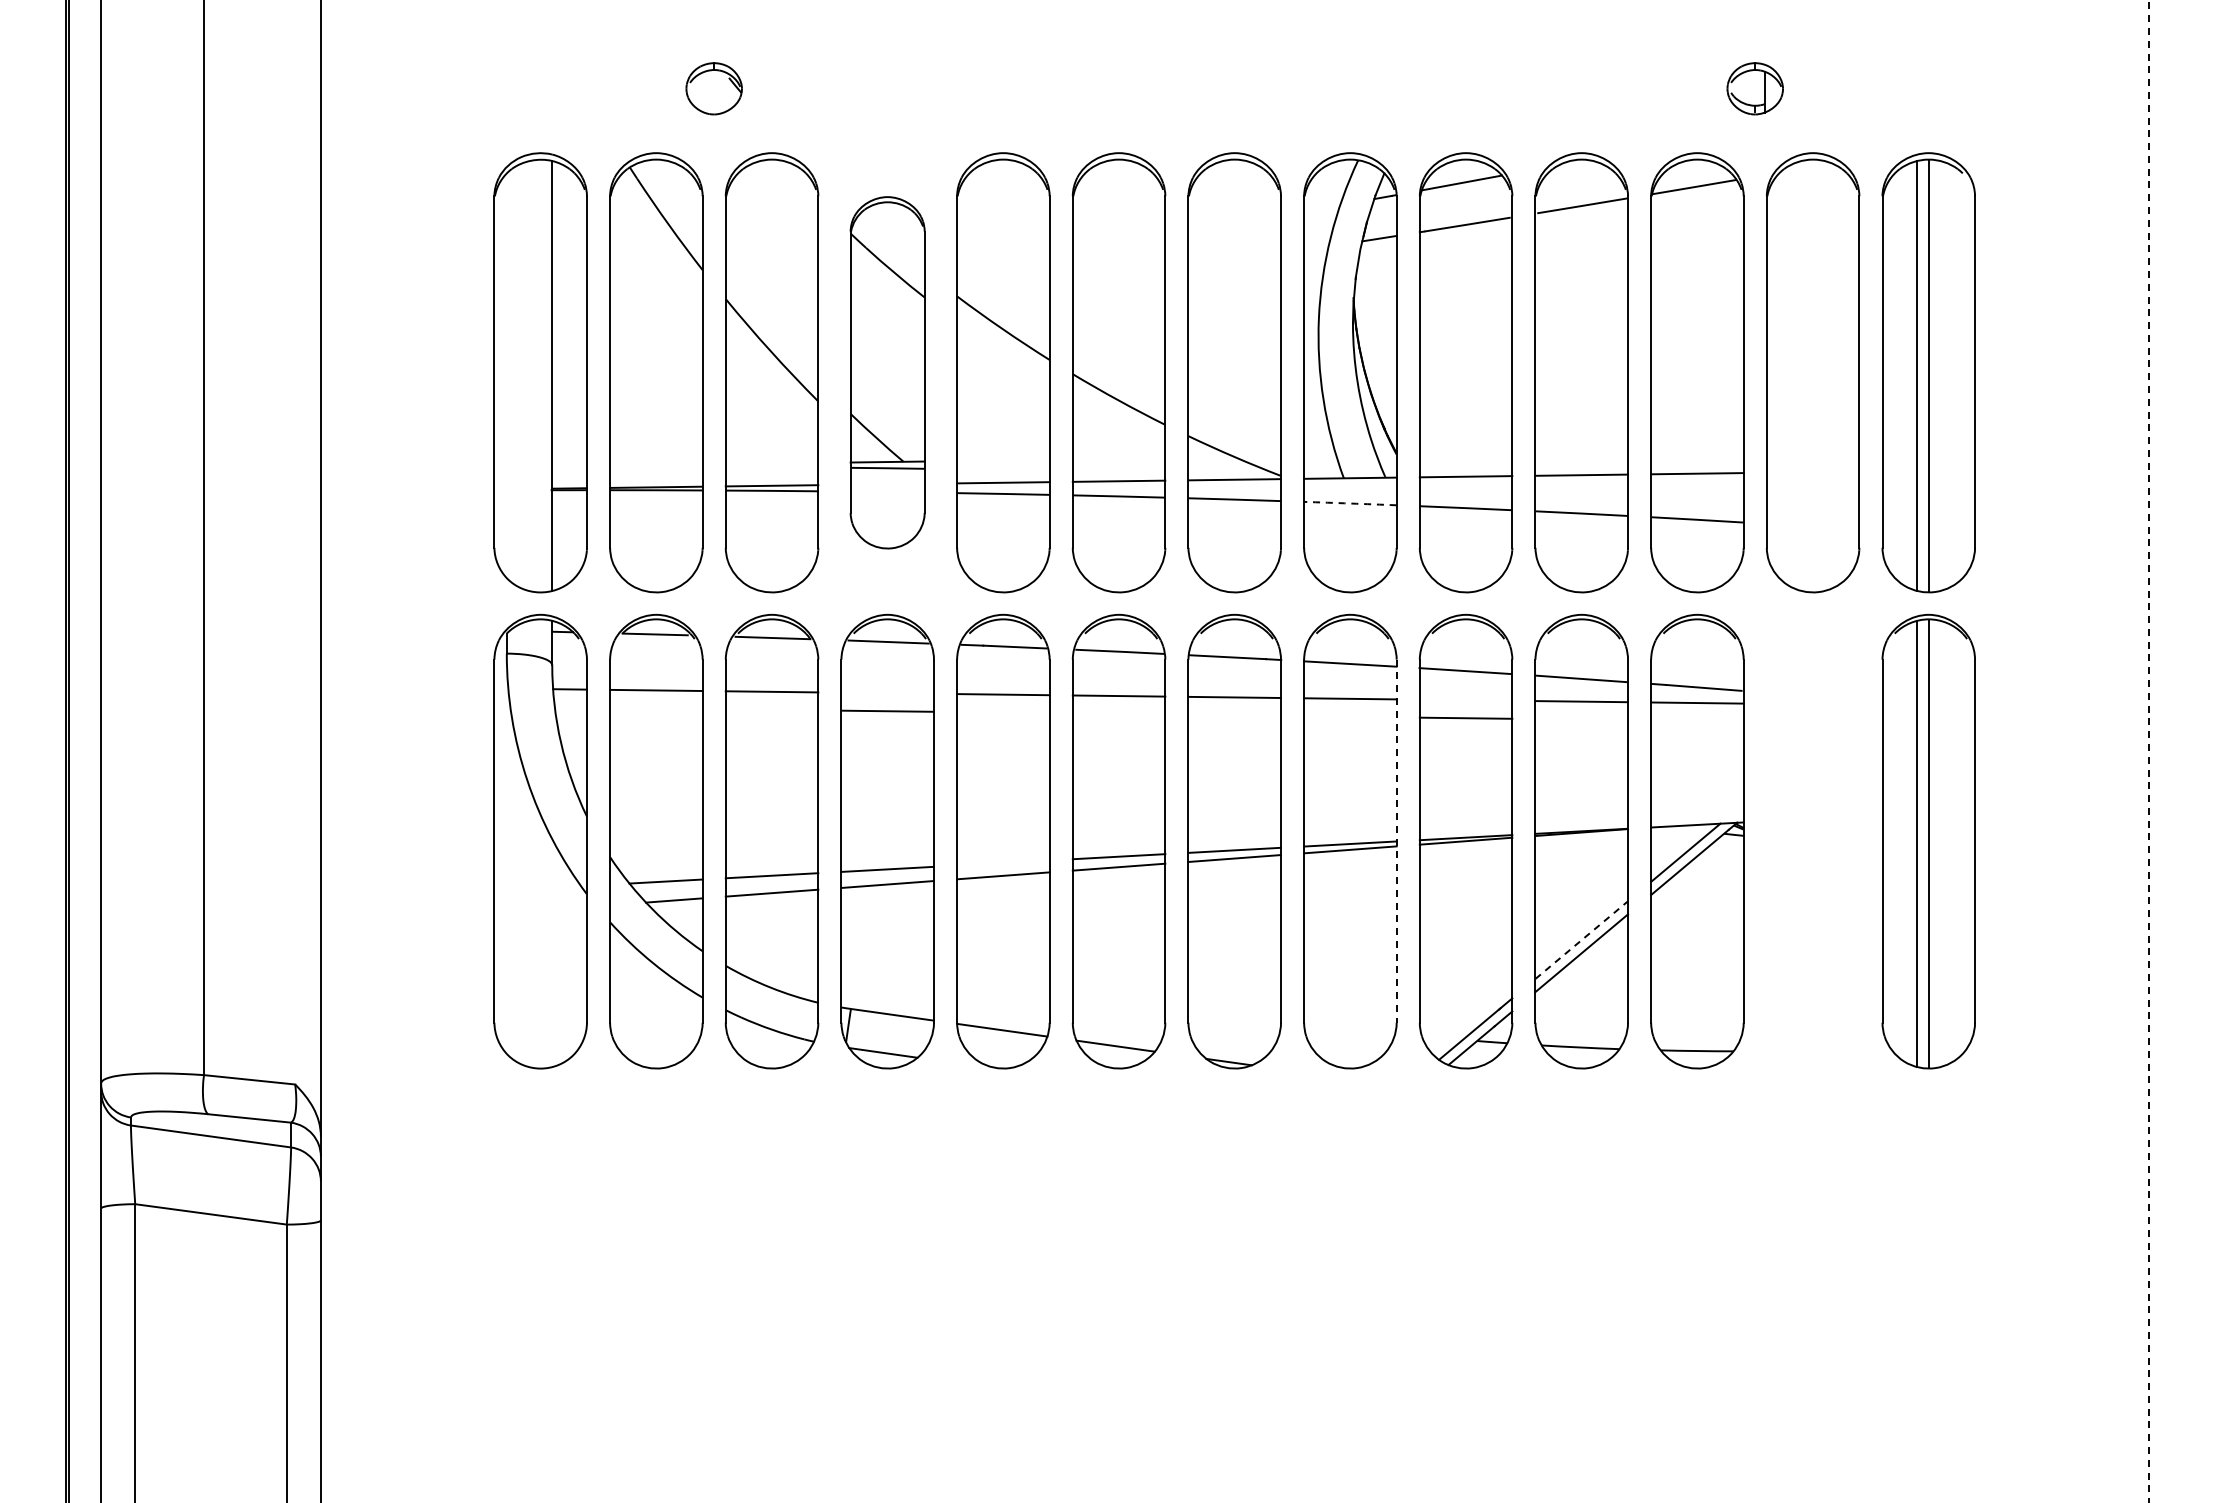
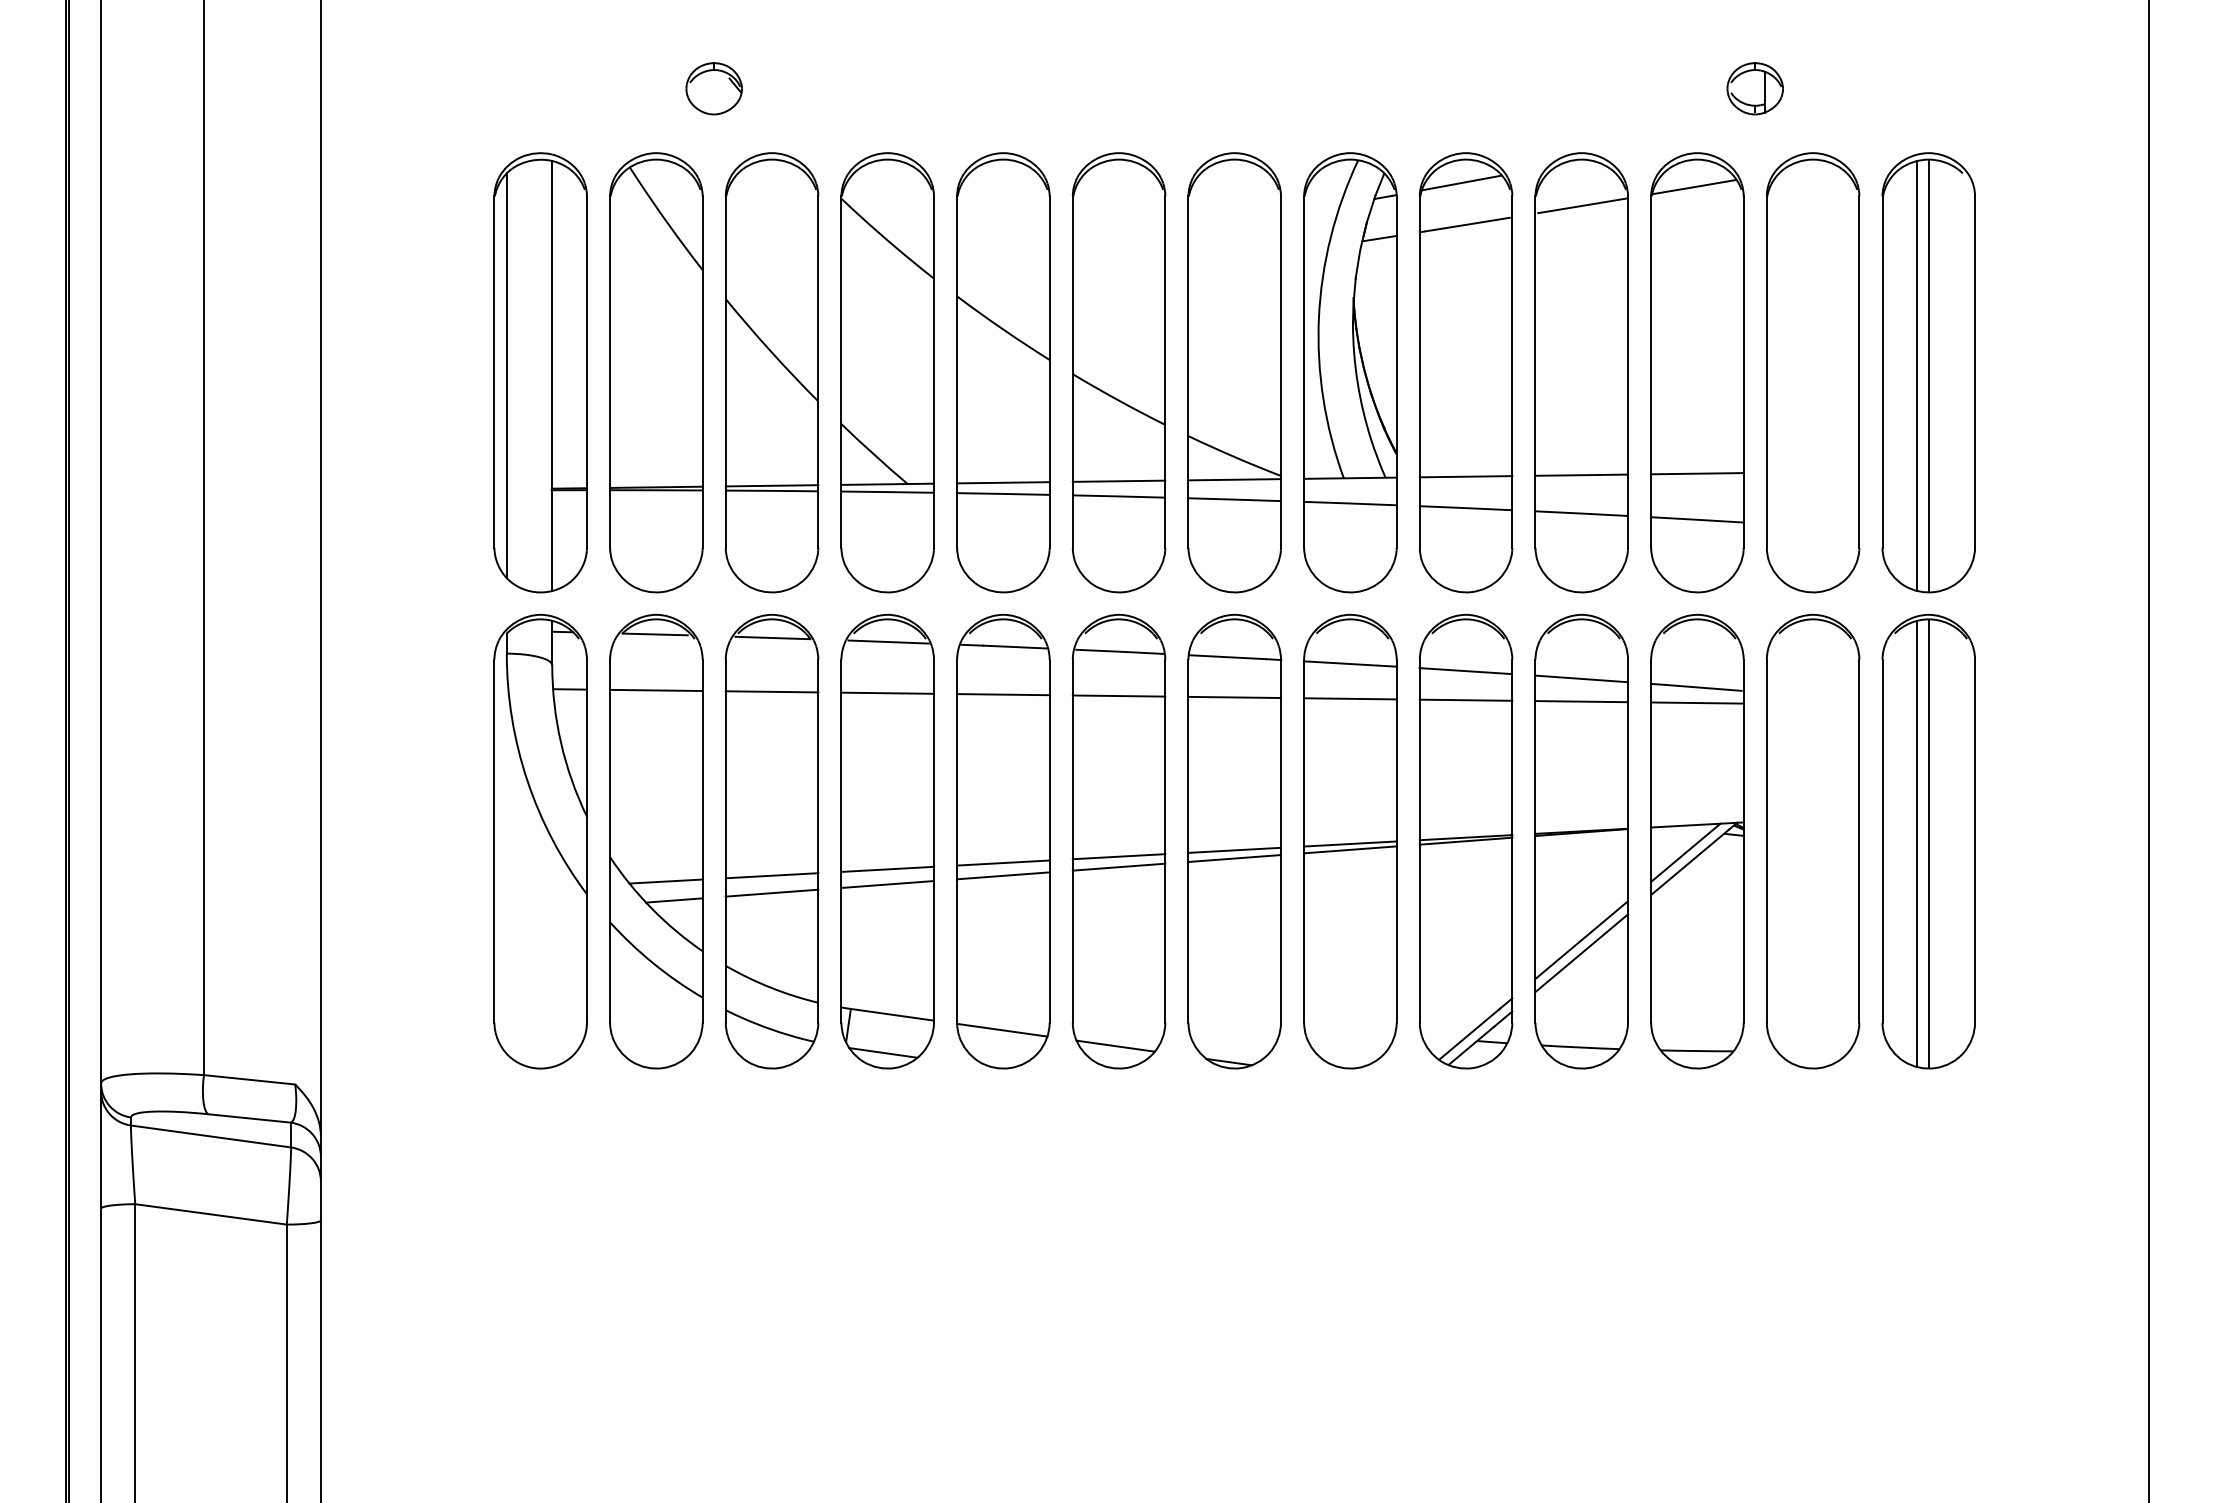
part at (887, 372) size: 77x354 px -> 95x442 px
line at (506, 375): none -> present
arc at (1350, 503): dashed -> solid
line at (887, 710) position: (887, 710) -> (887, 692)
line at (1465, 717) position: (1465, 717) -> (1465, 699)
line at (2148, 751): dashed -> solid
line at (1396, 841): dashed -> solid
part at (1813, 841): none -> present
line at (1003, 862): none -> present
line at (1582, 939): dashed -> solid
